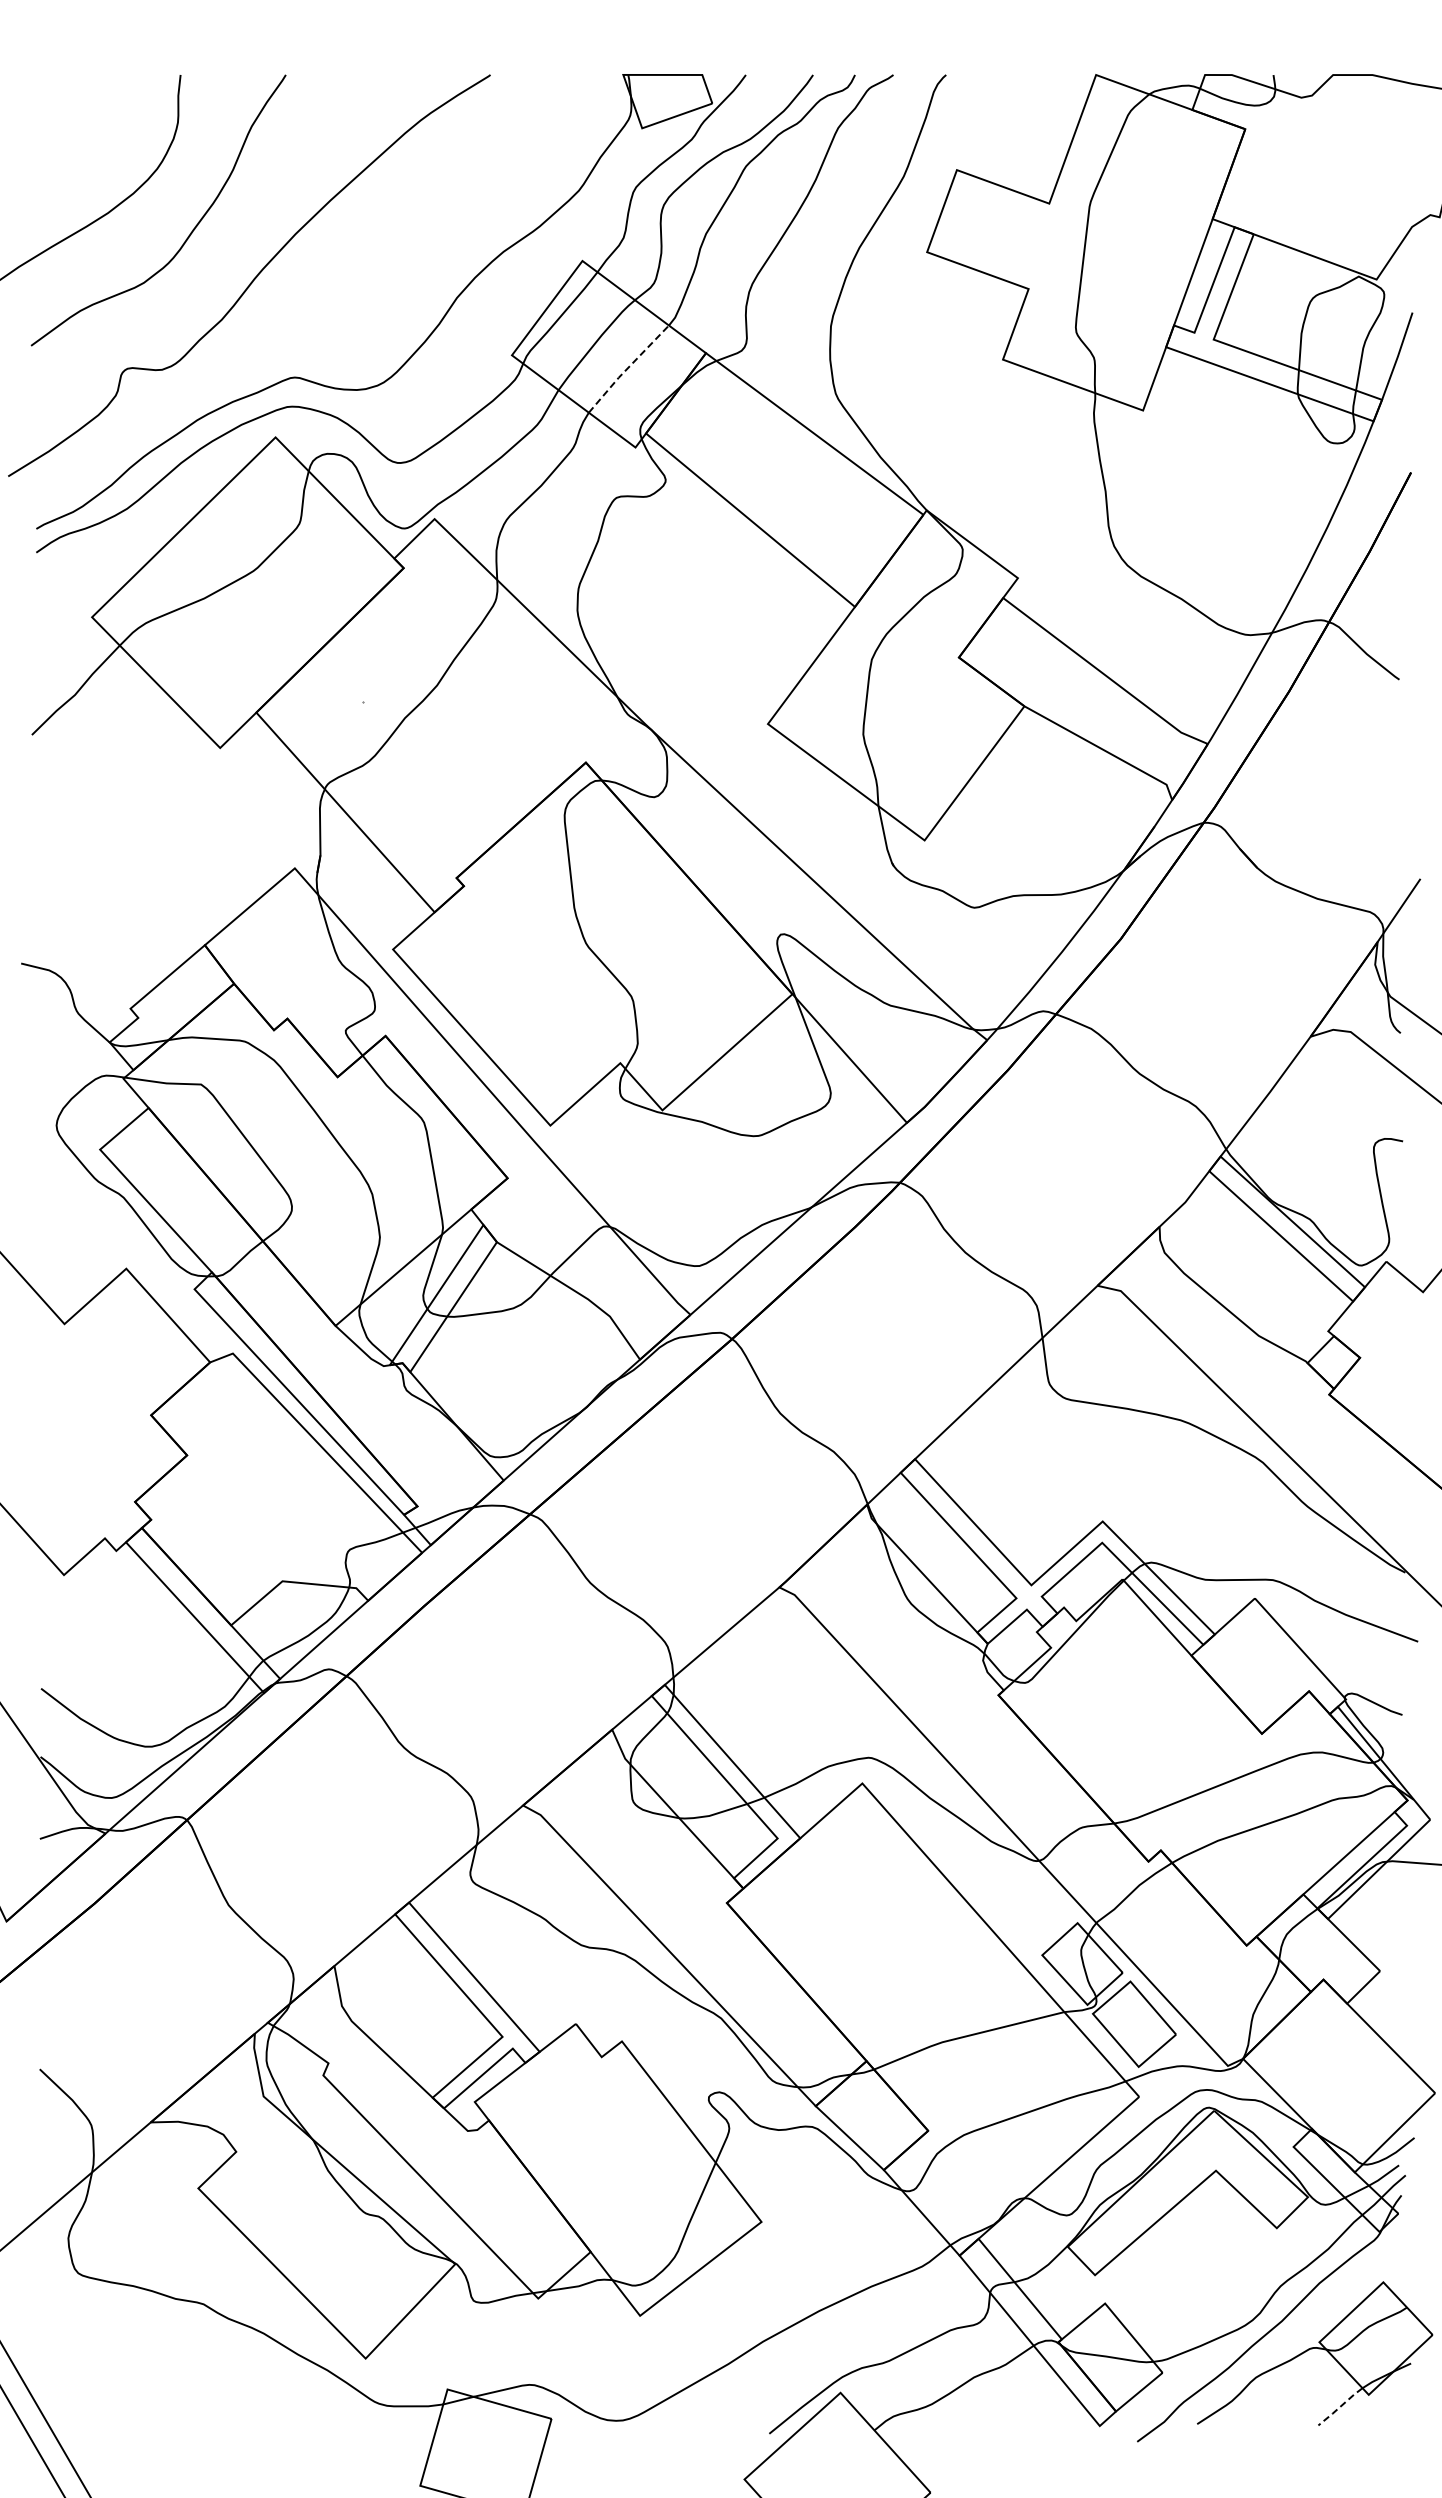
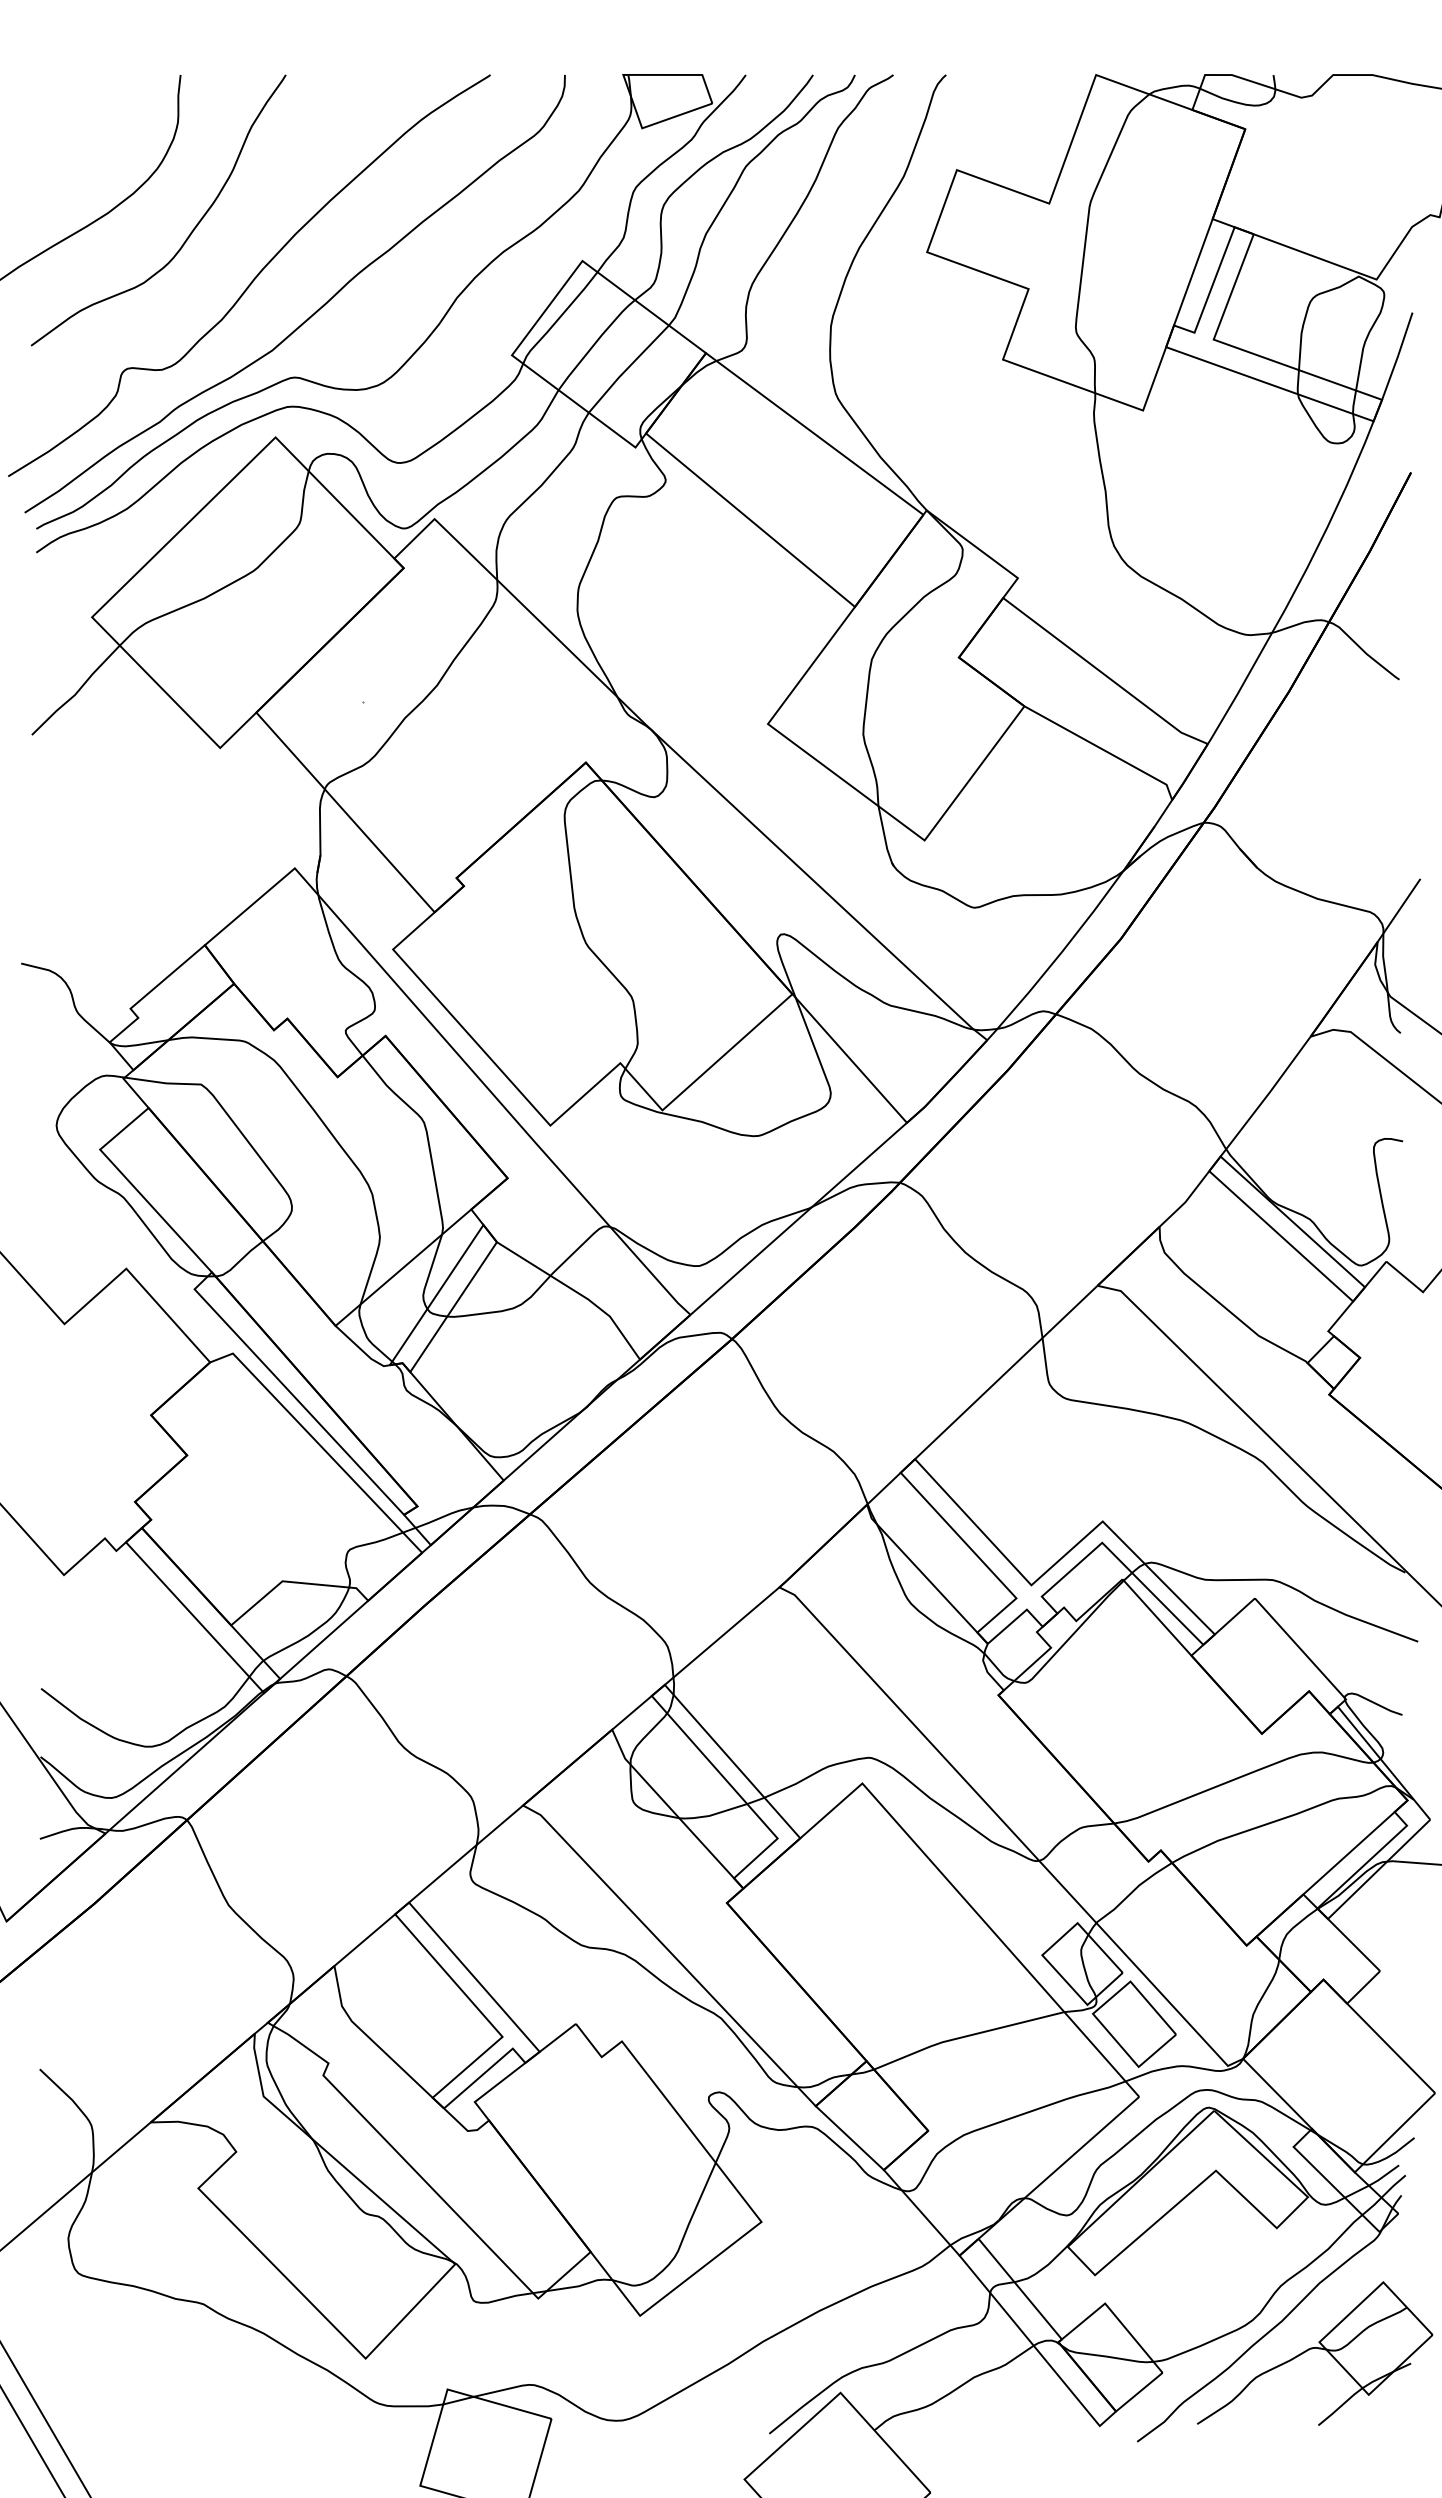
curve at (310, 315): none -> present
line at (627, 368): dashed -> solid
line at (1339, 2407): dashed -> solid
